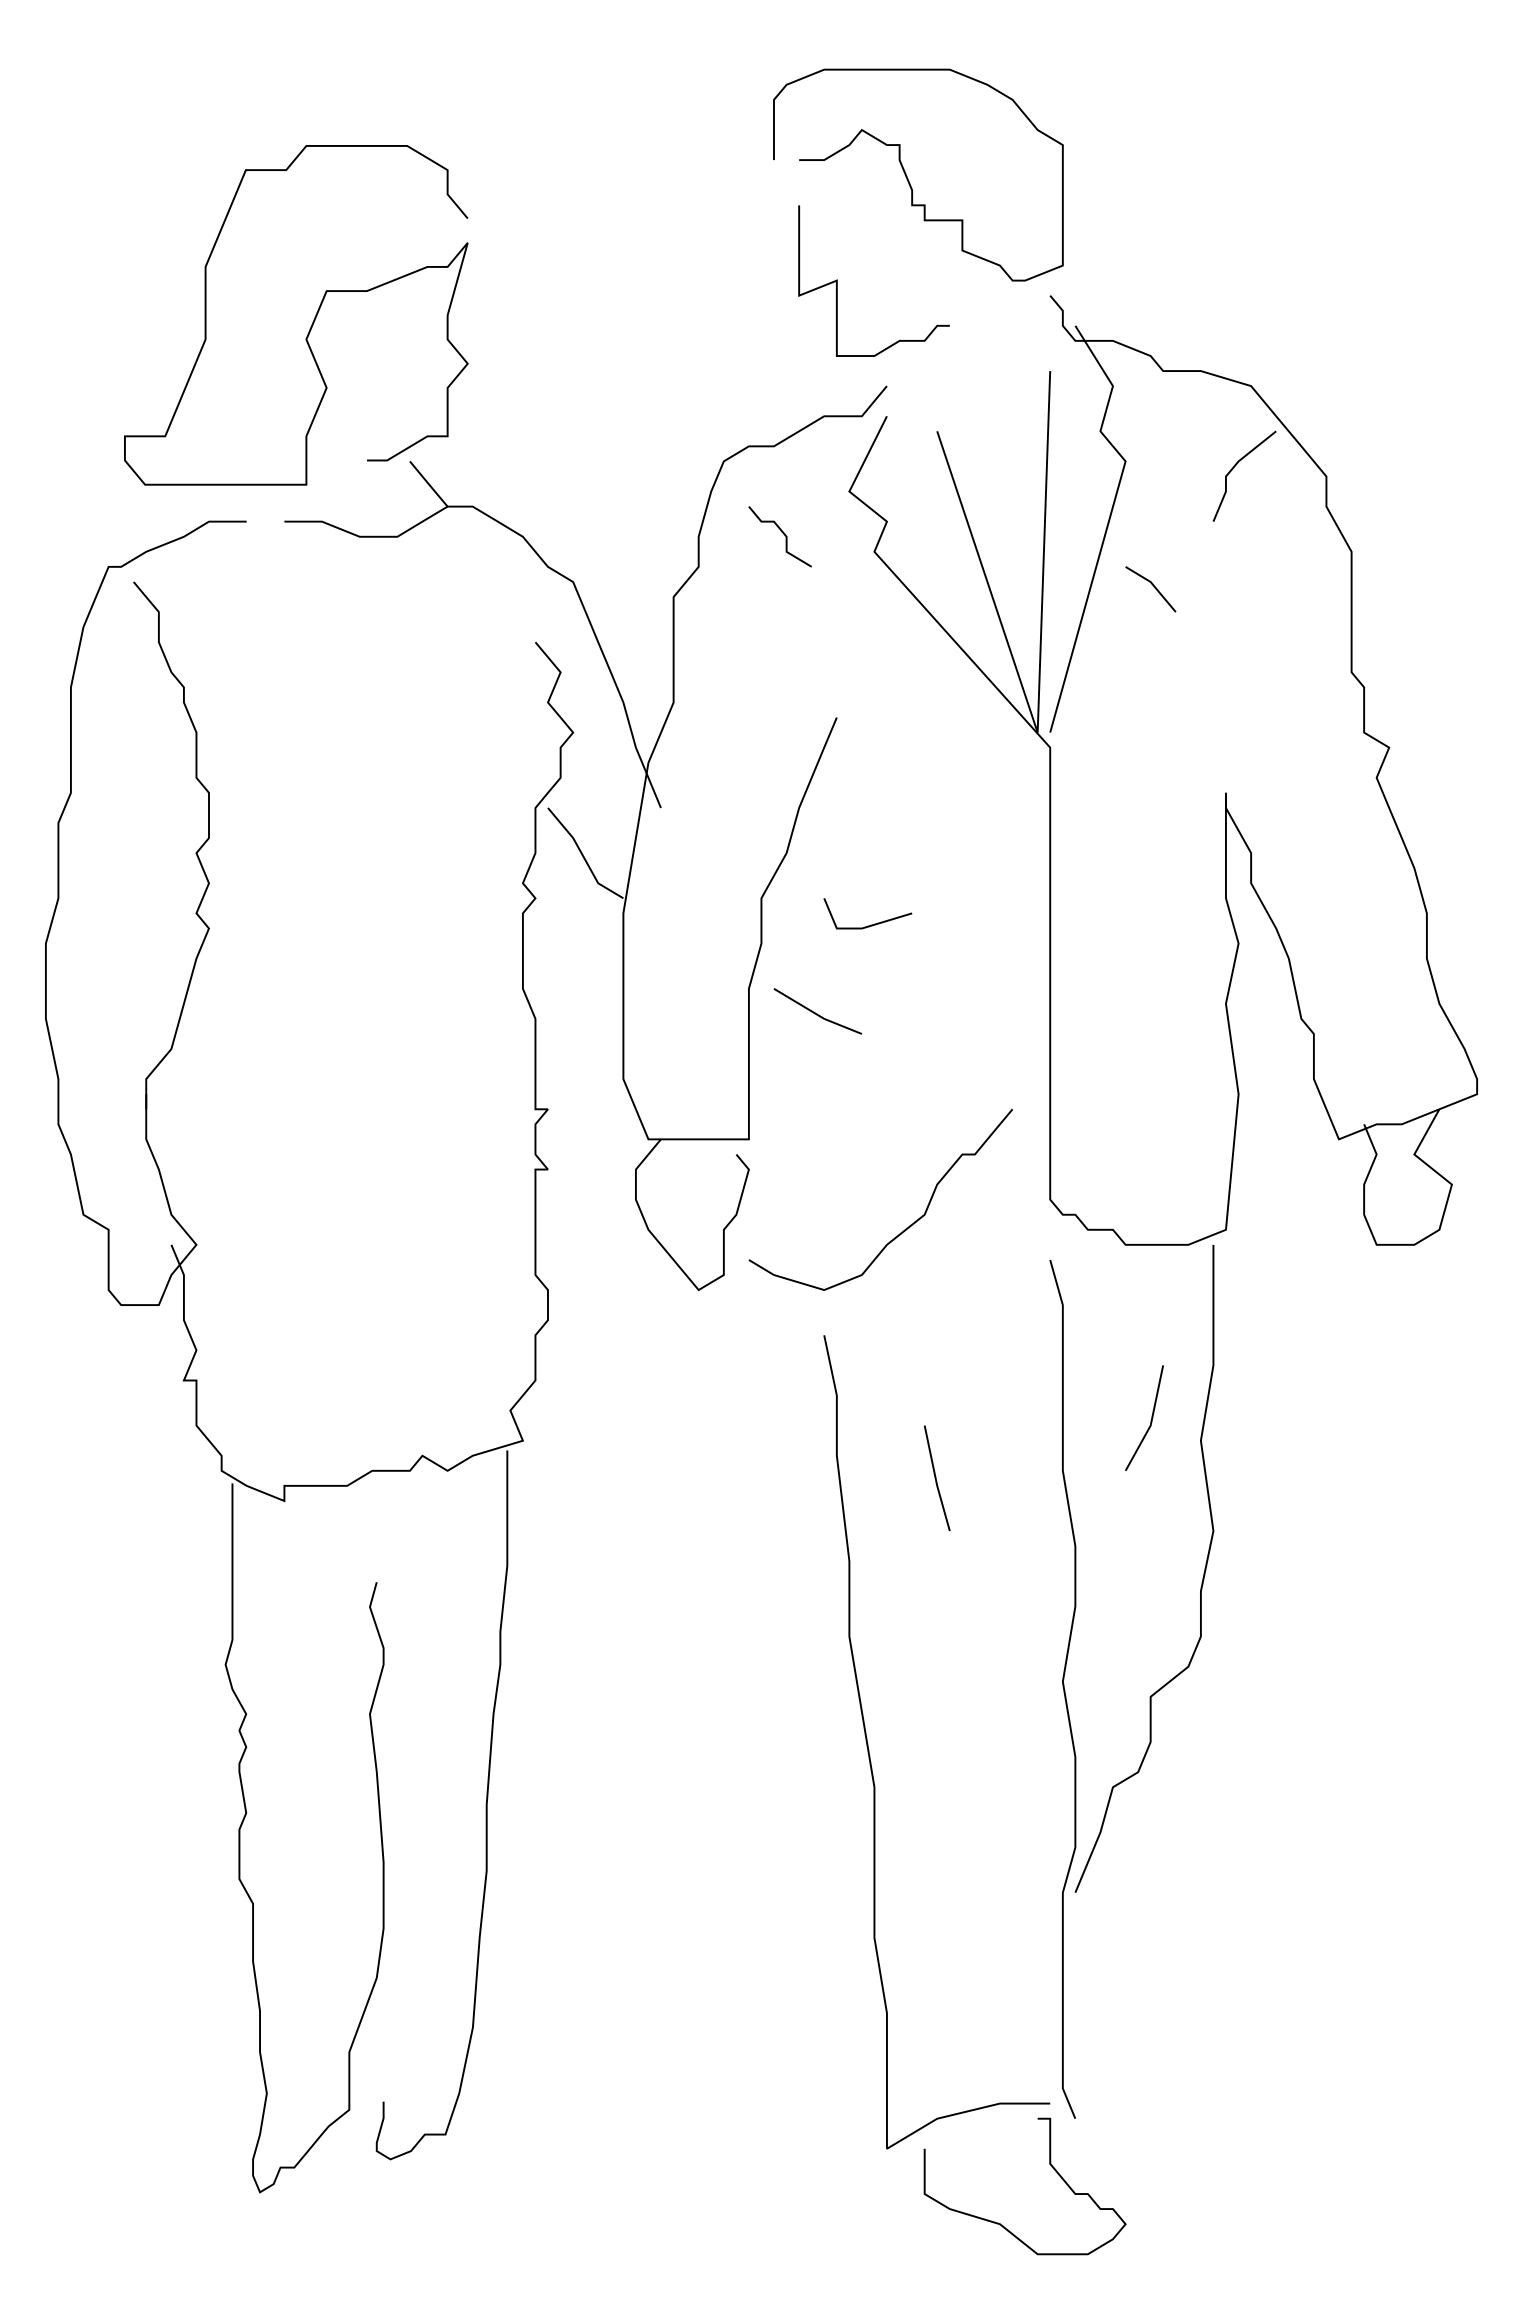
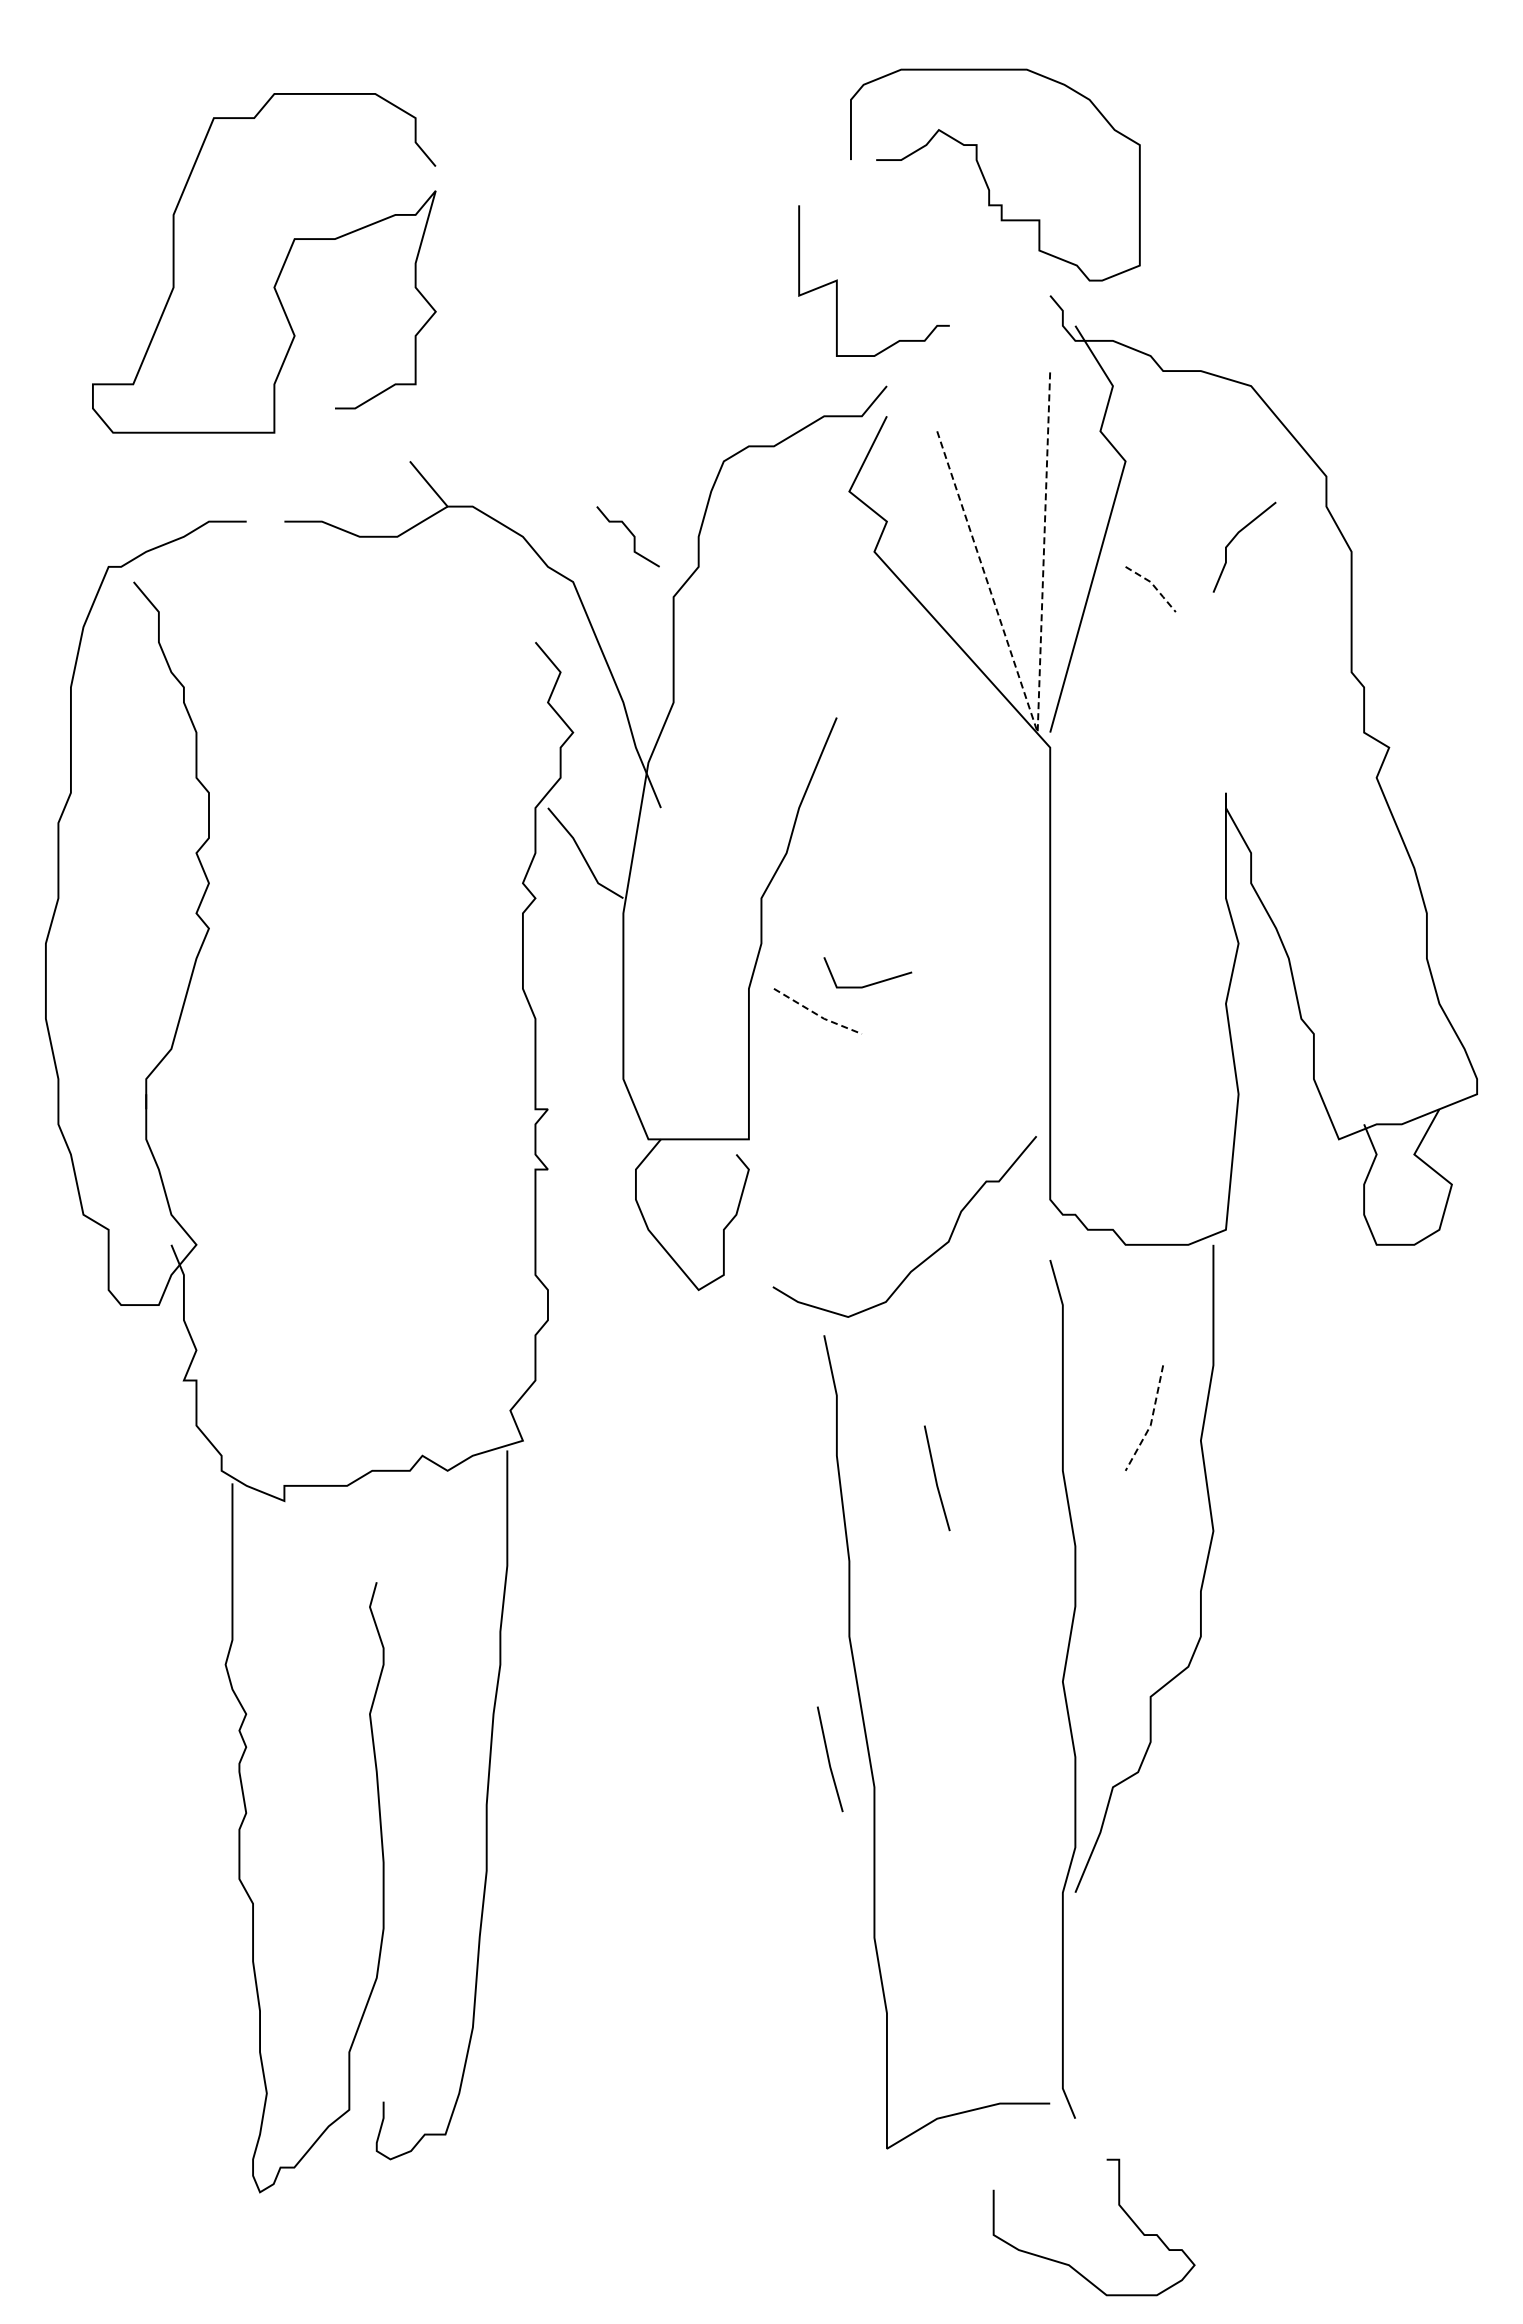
curve at (908, 178) position: (908, 178) -> (985, 178)
curve at (313, 319) position: (313, 319) -> (281, 267)
line at (1233, 469) position: (1233, 469) -> (1233, 540)
curve at (782, 533) position: (782, 533) -> (630, 533)
line at (1153, 585): solid -> dashed
line at (1038, 710): solid -> dashed
line at (871, 924) position: (871, 924) -> (871, 983)
line at (817, 1014): solid -> dashed
curve at (905, 1228) position: (905, 1228) -> (929, 1255)
line at (1151, 1421): solid -> dashed
line at (829, 1759): none -> present
curve at (1052, 2168) position: (1052, 2168) -> (1121, 2209)
